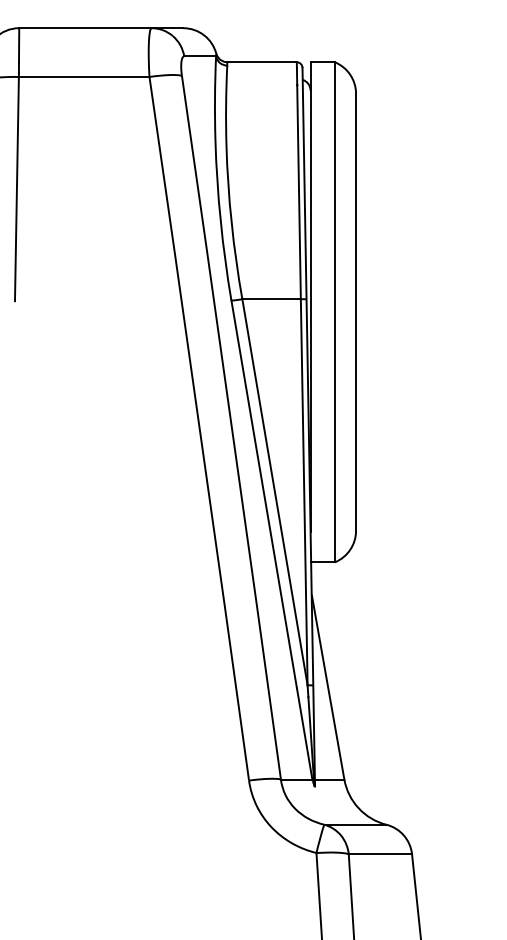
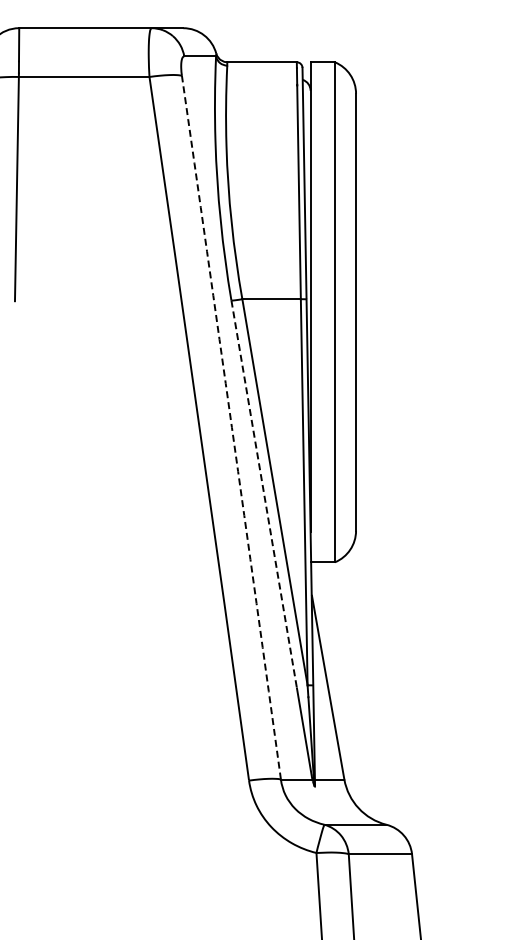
arc at (231, 427): solid -> dashed
line at (264, 494): solid -> dashed
